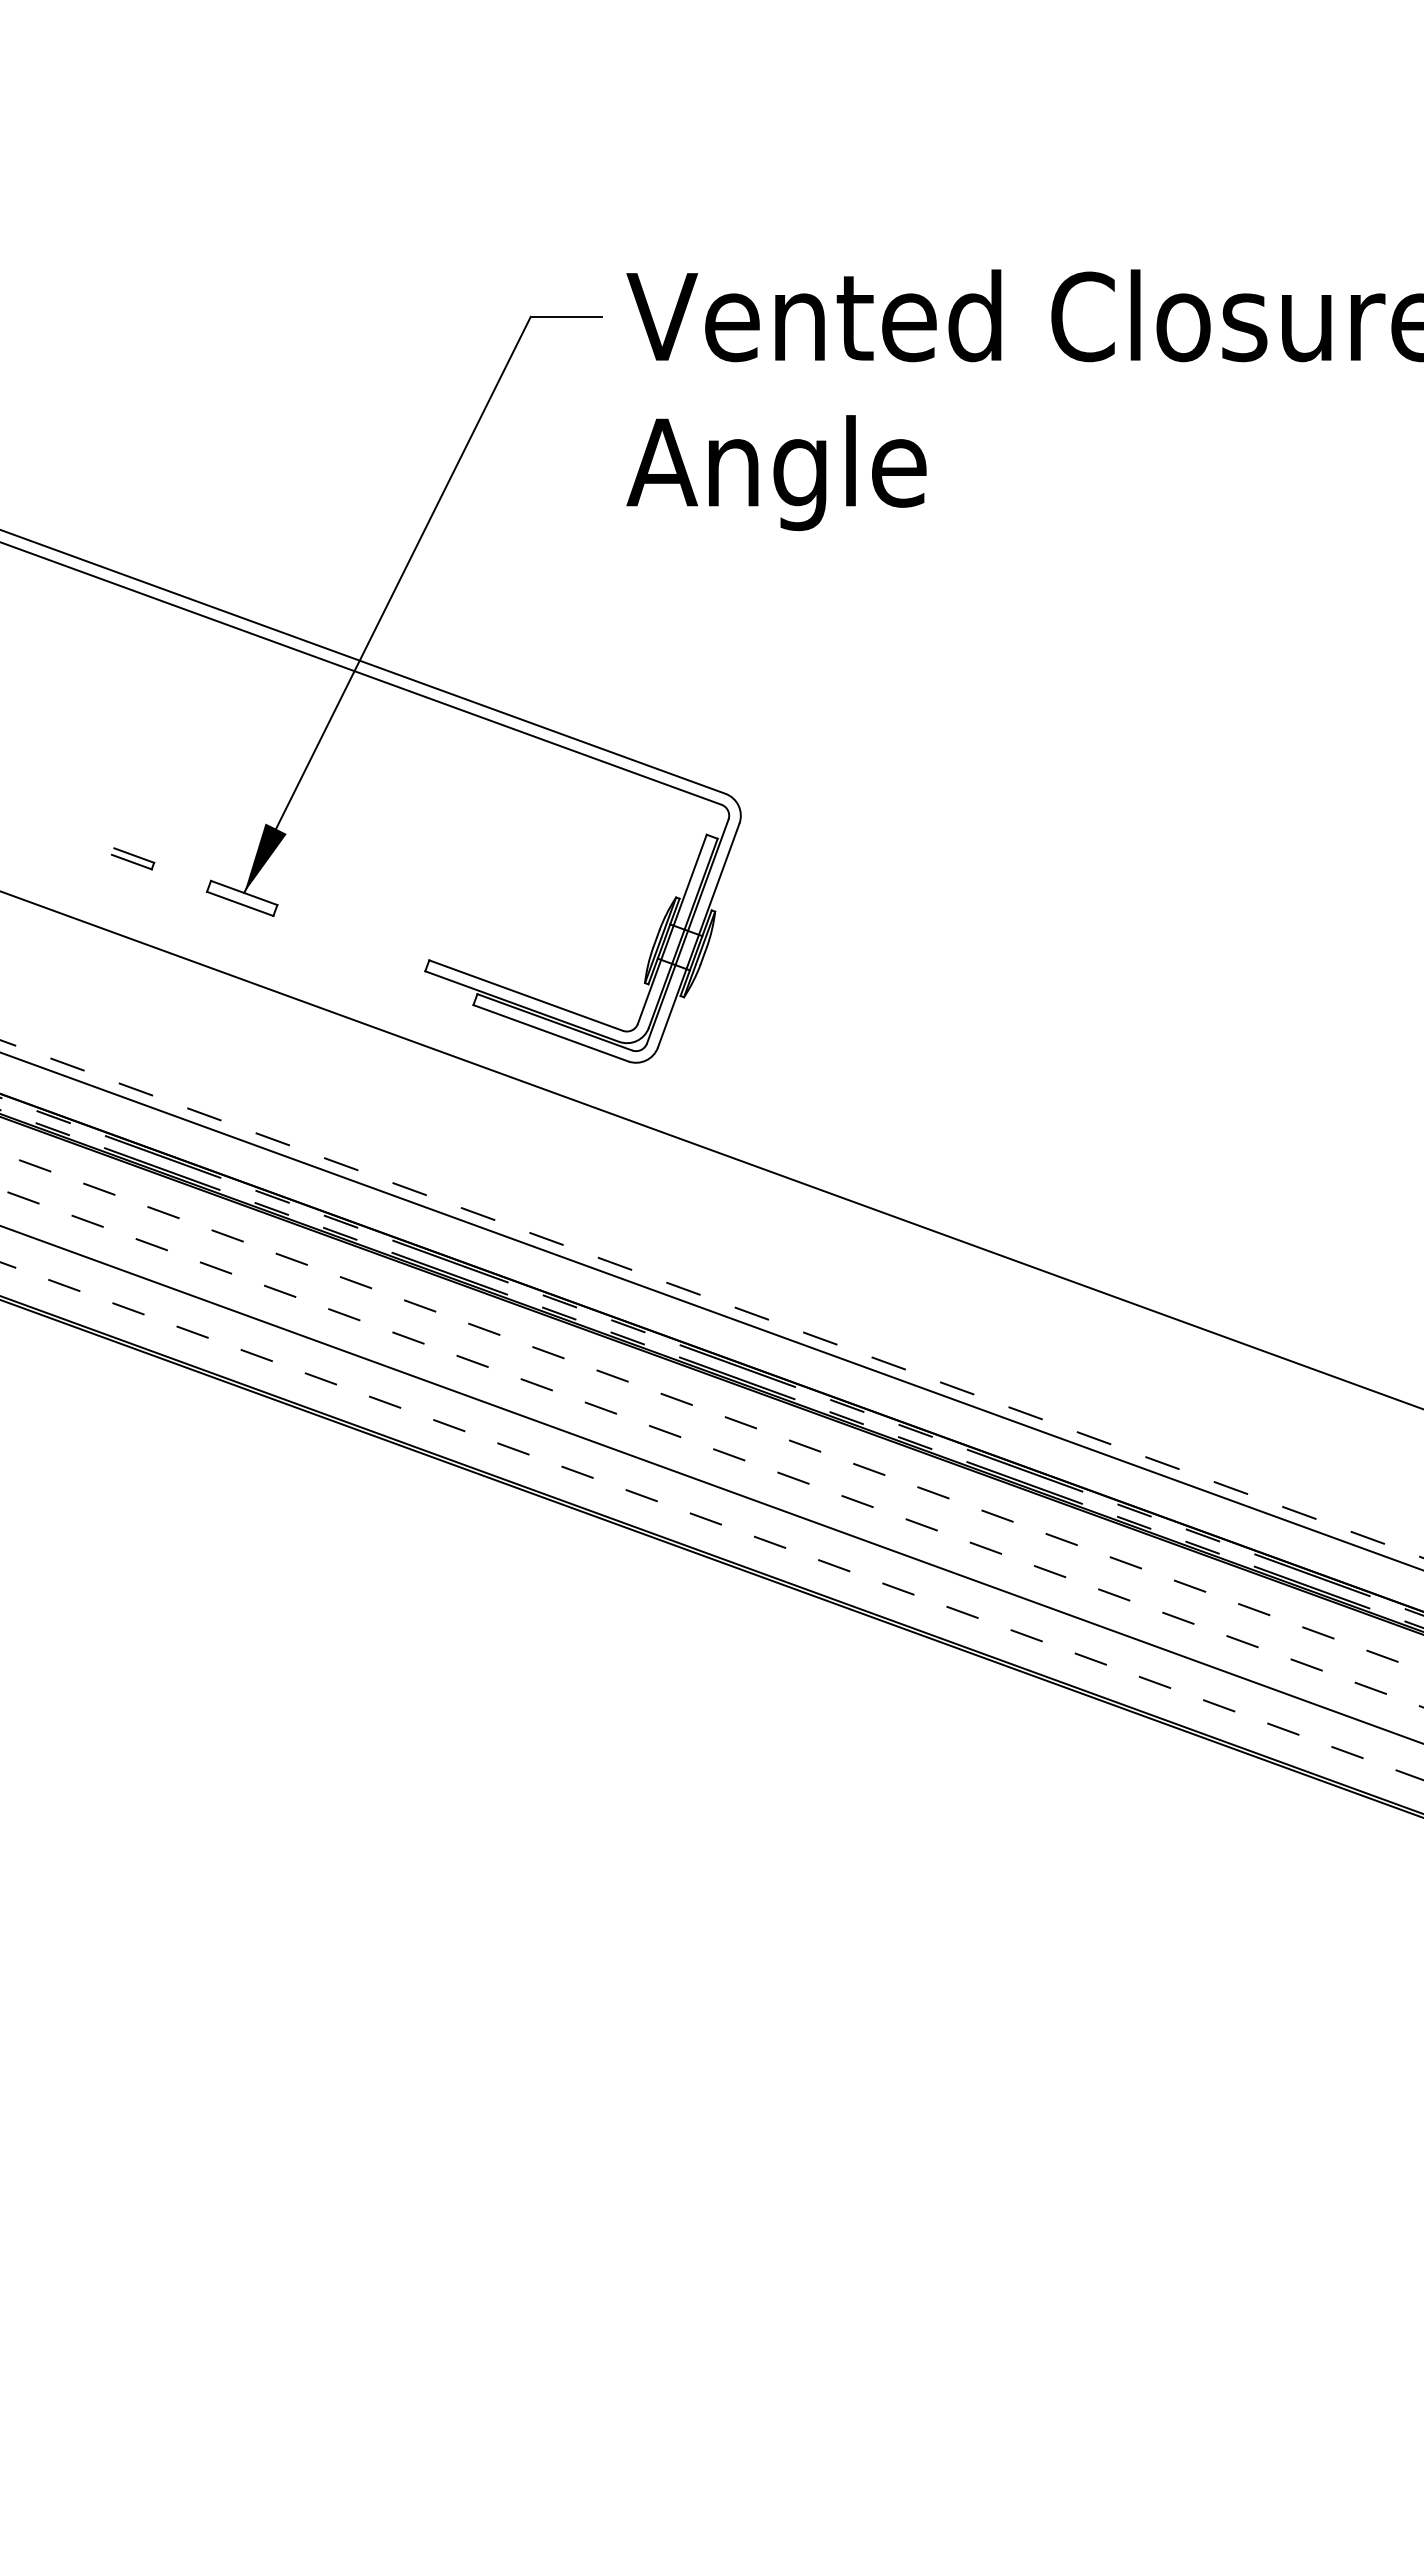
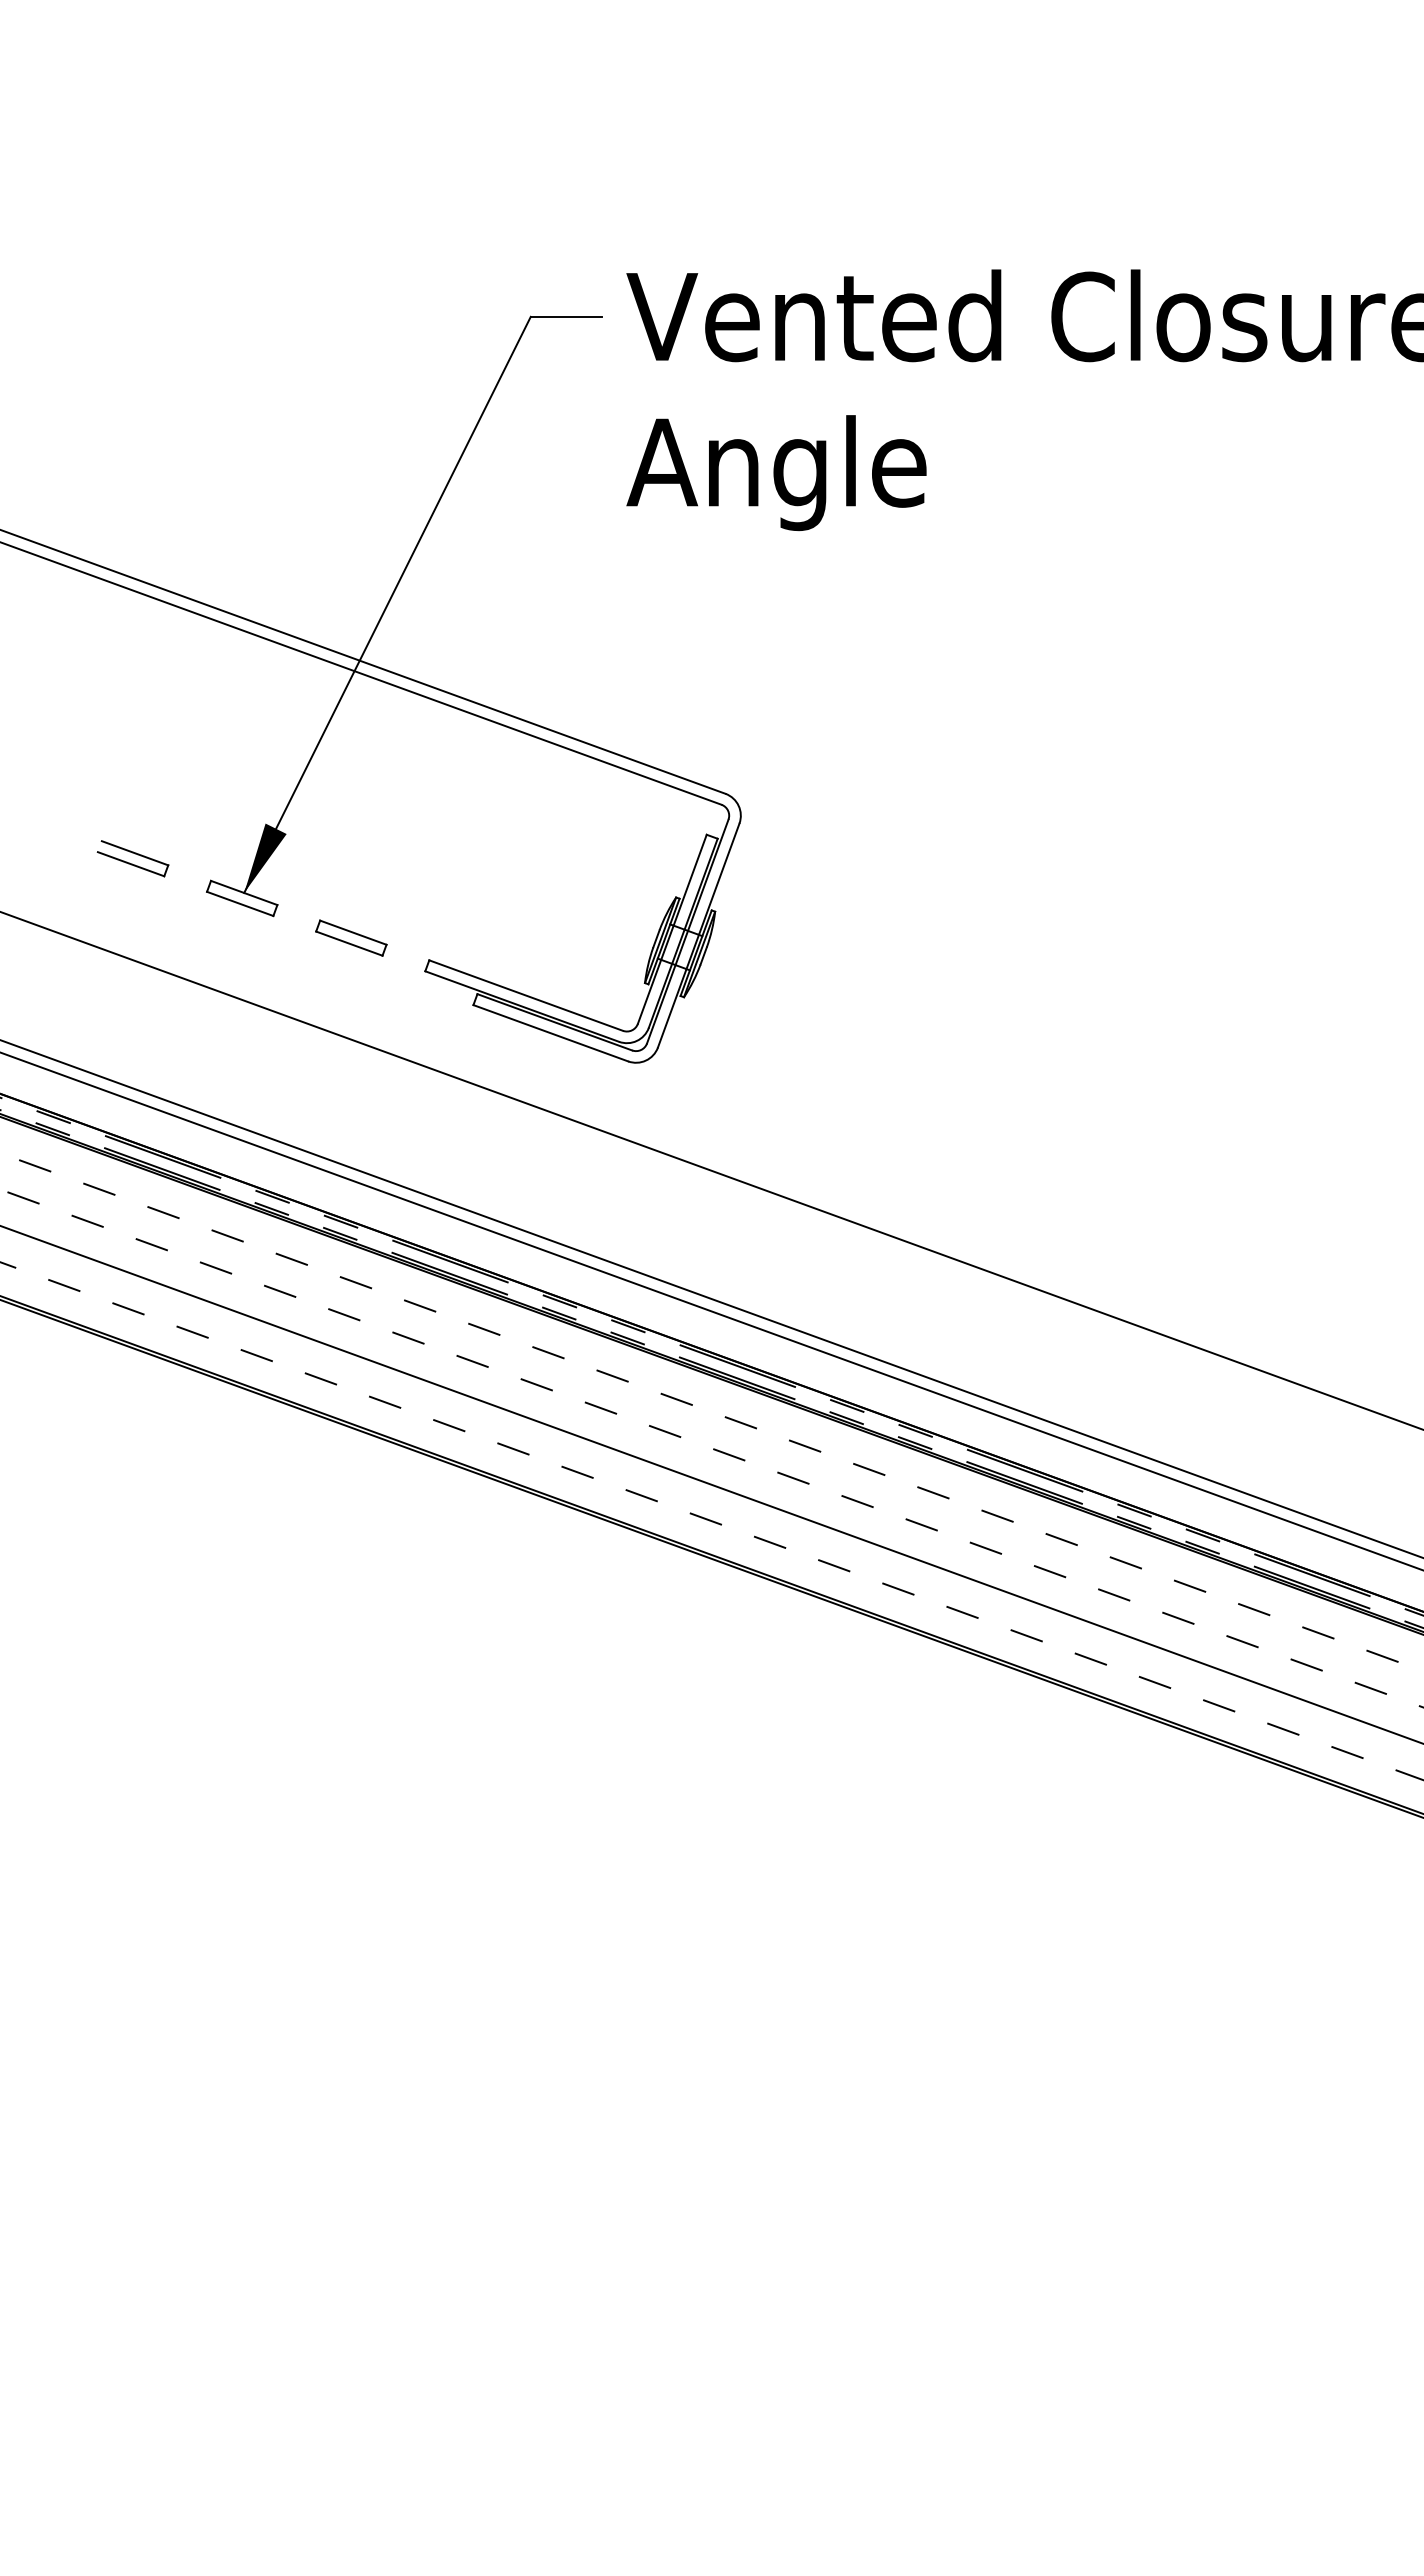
part at (133, 858) size: 45x24 px -> 74x38 px
part at (351, 937): none -> present
line at (711, 1149) position: (711, 1149) -> (711, 1170)
line at (712, 1299): dashed -> solid
